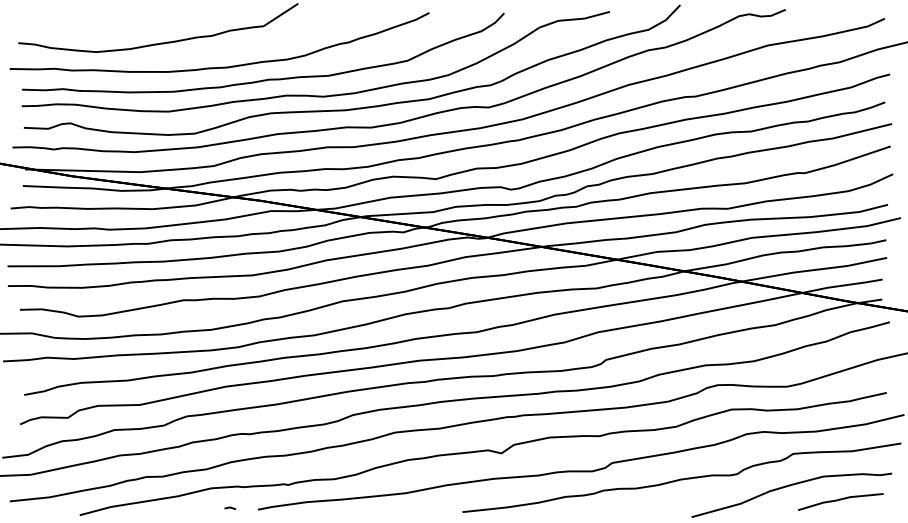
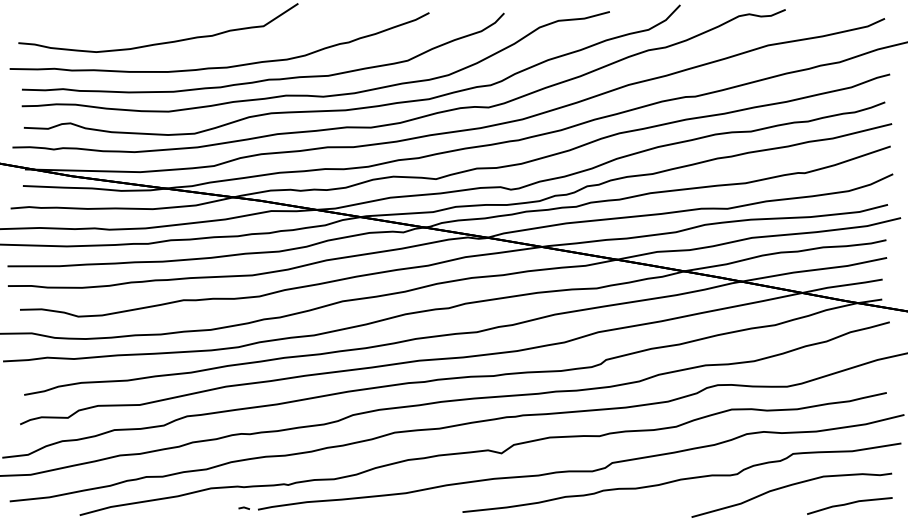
line at (840, 500) position: (840, 500) -> (849, 504)
line at (230, 507) position: (230, 507) -> (244, 507)
